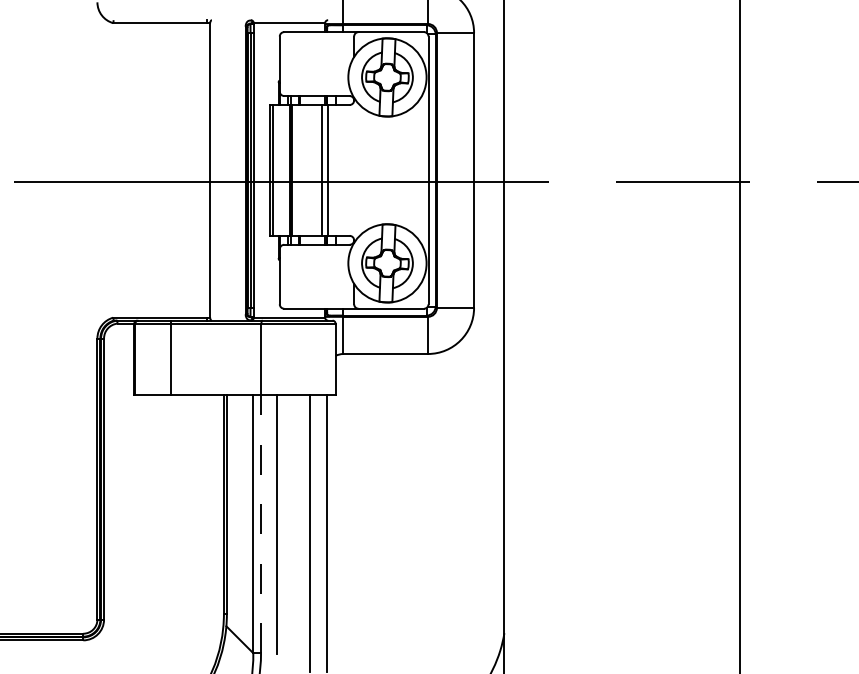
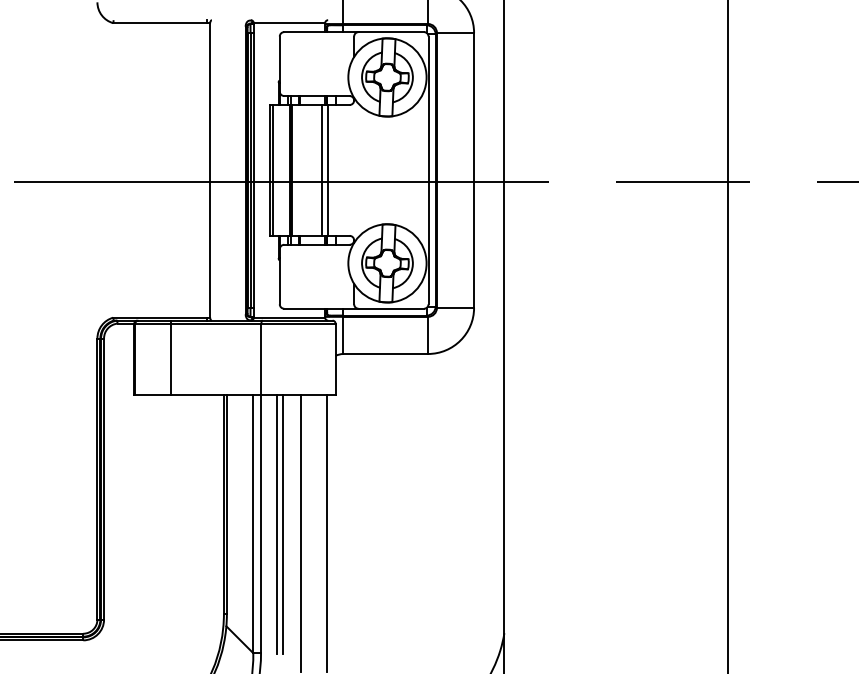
line at (739, 336) position: (739, 336) -> (727, 336)
line at (261, 523): dashed -> solid
line at (283, 524): none -> present
line at (309, 532) position: (309, 532) -> (300, 532)
